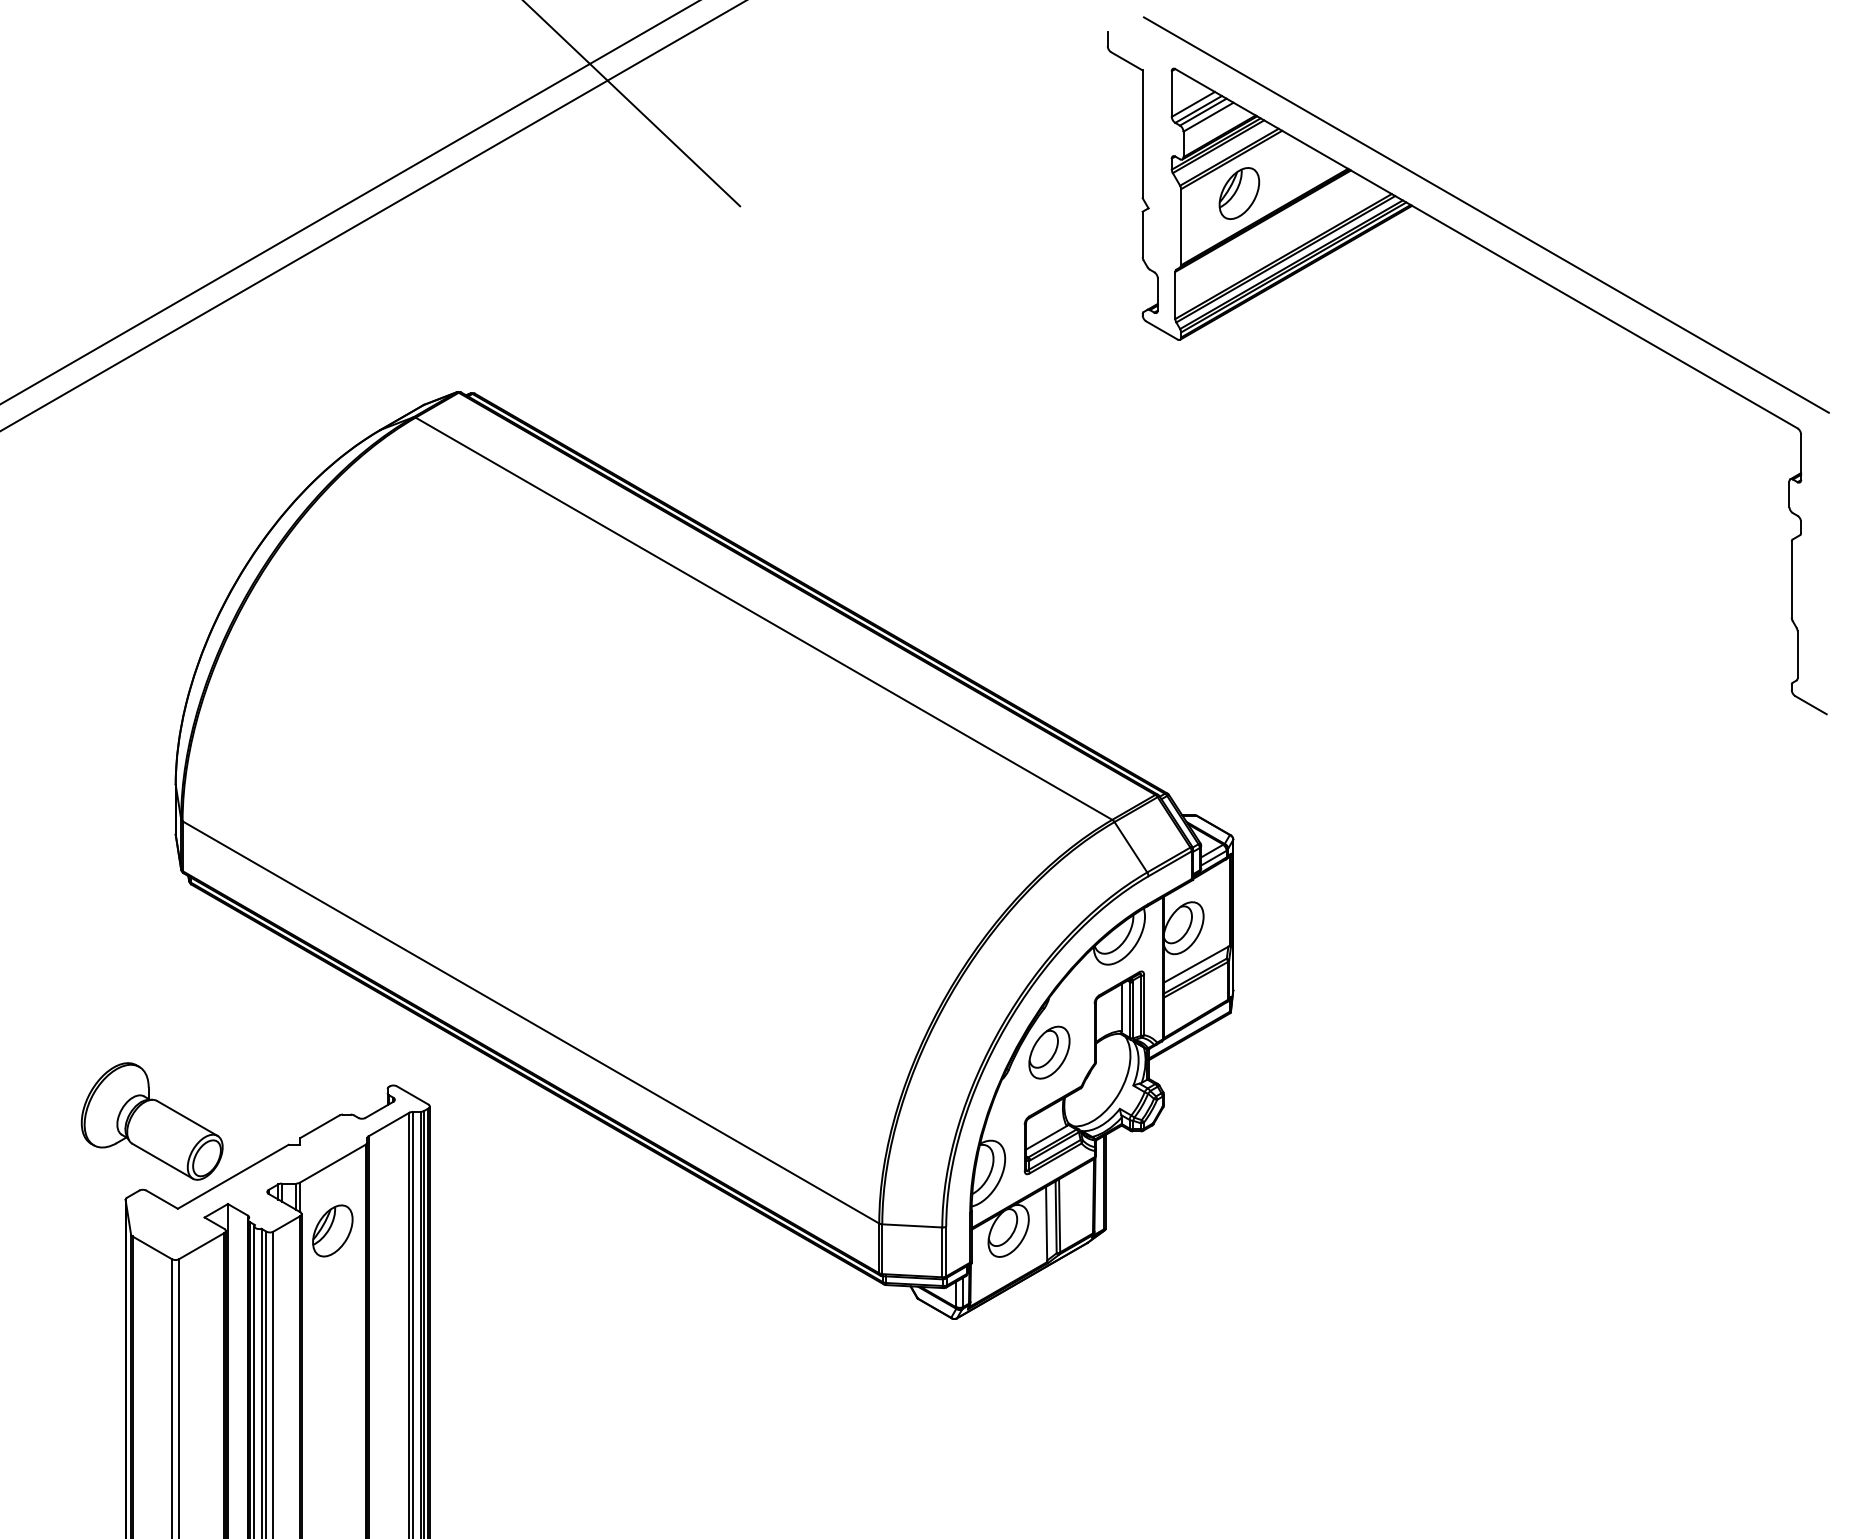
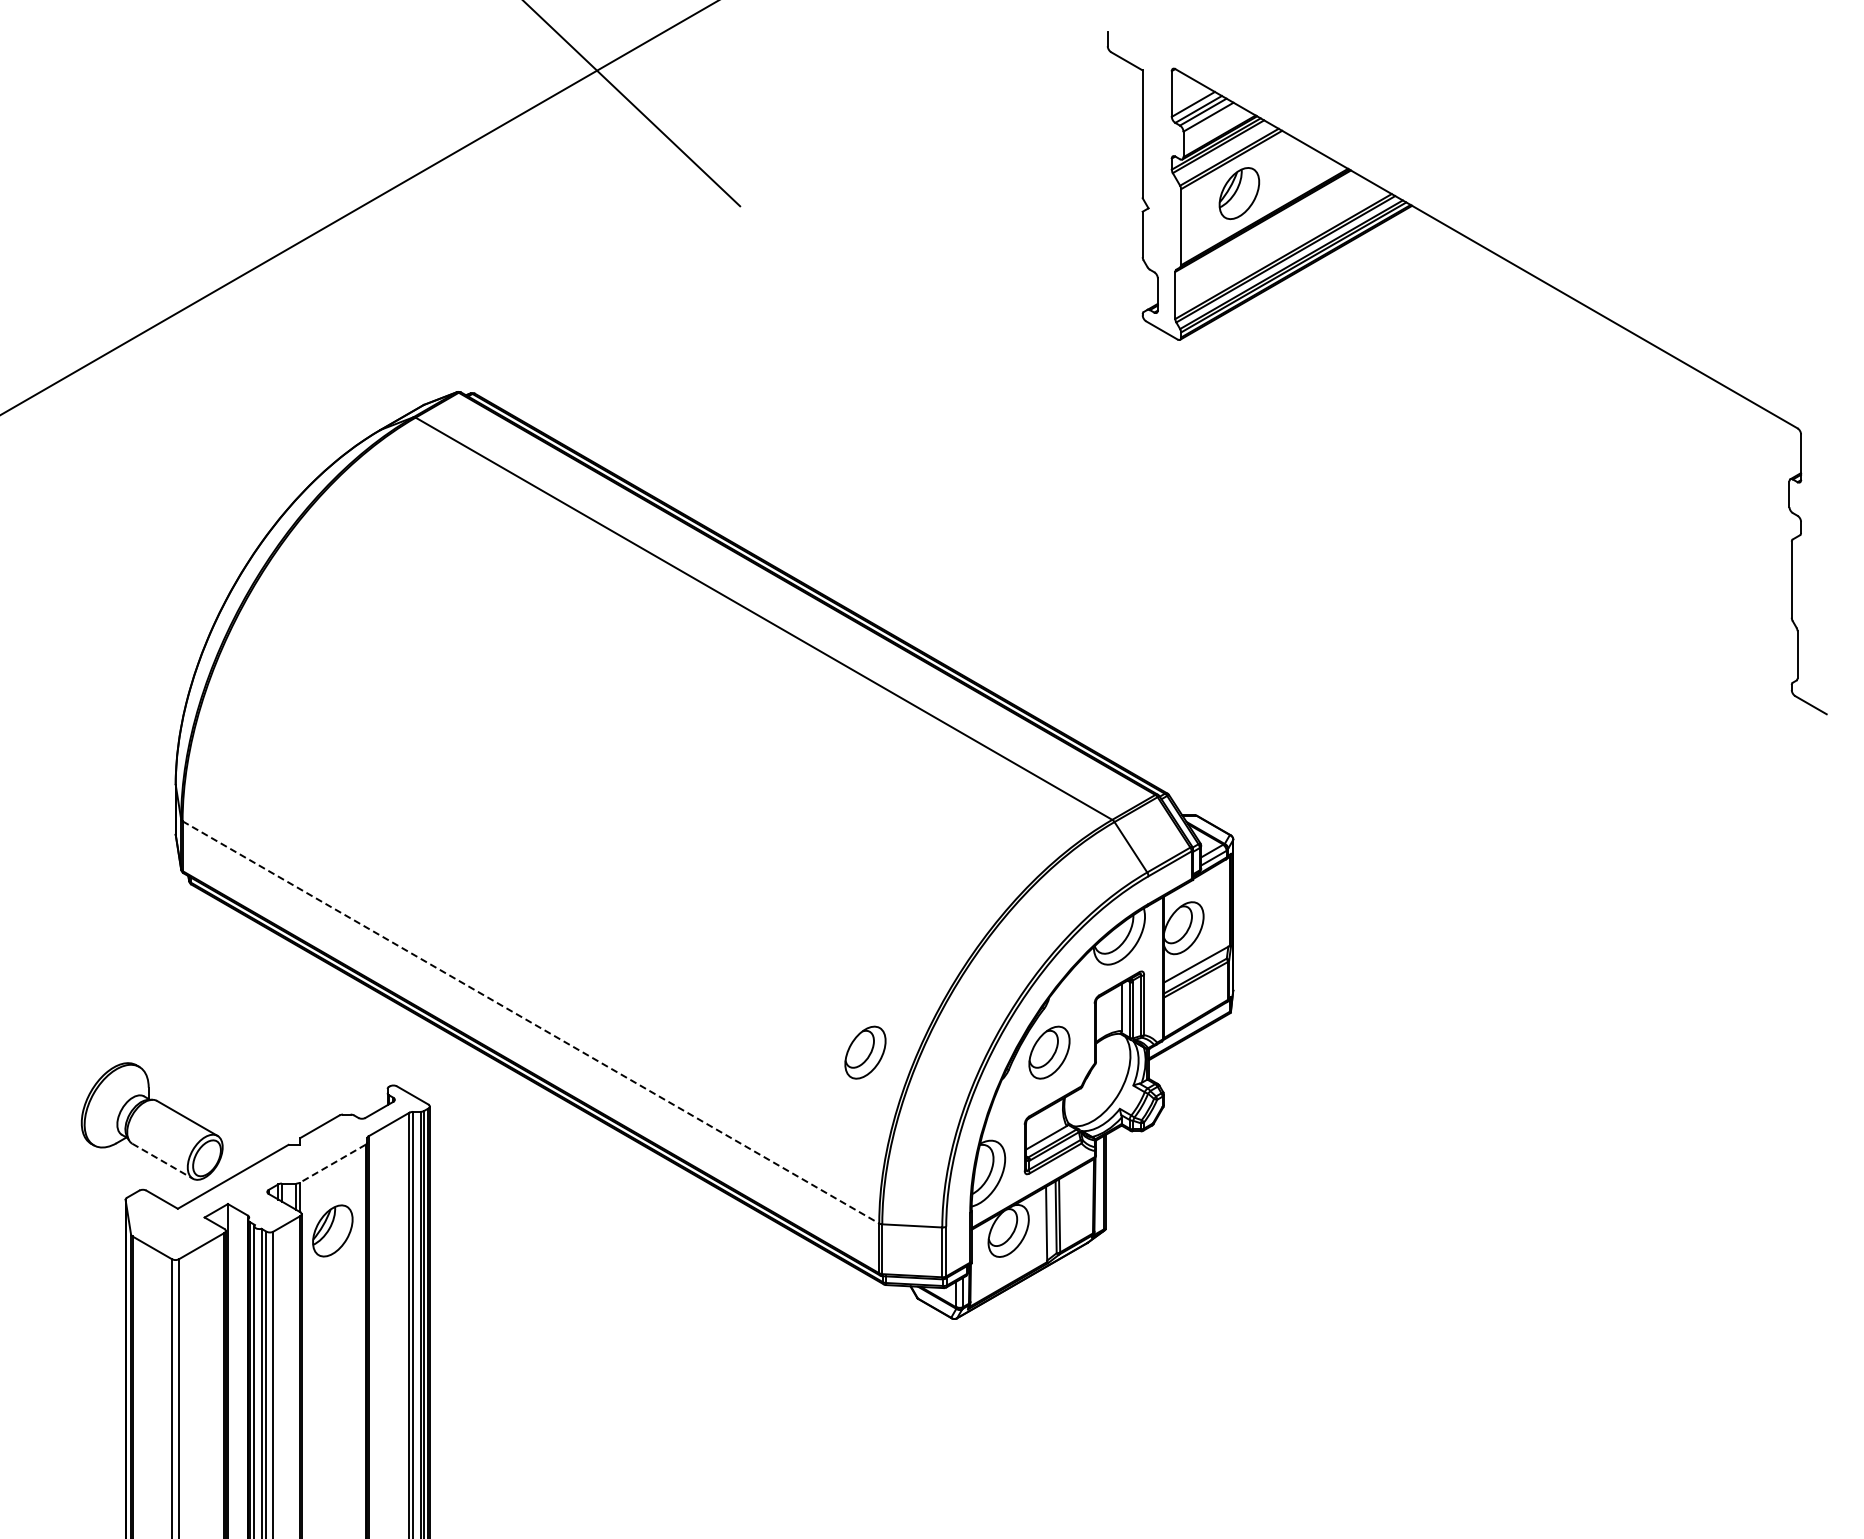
line at (349, 202): present -> none
line at (1485, 214): present -> none
line at (372, 216) position: (372, 216) -> (358, 208)
line at (531, 1022): solid -> dashed
part at (865, 1052): none -> present
line at (162, 1161): solid -> dashed
line at (332, 1163): solid -> dashed
